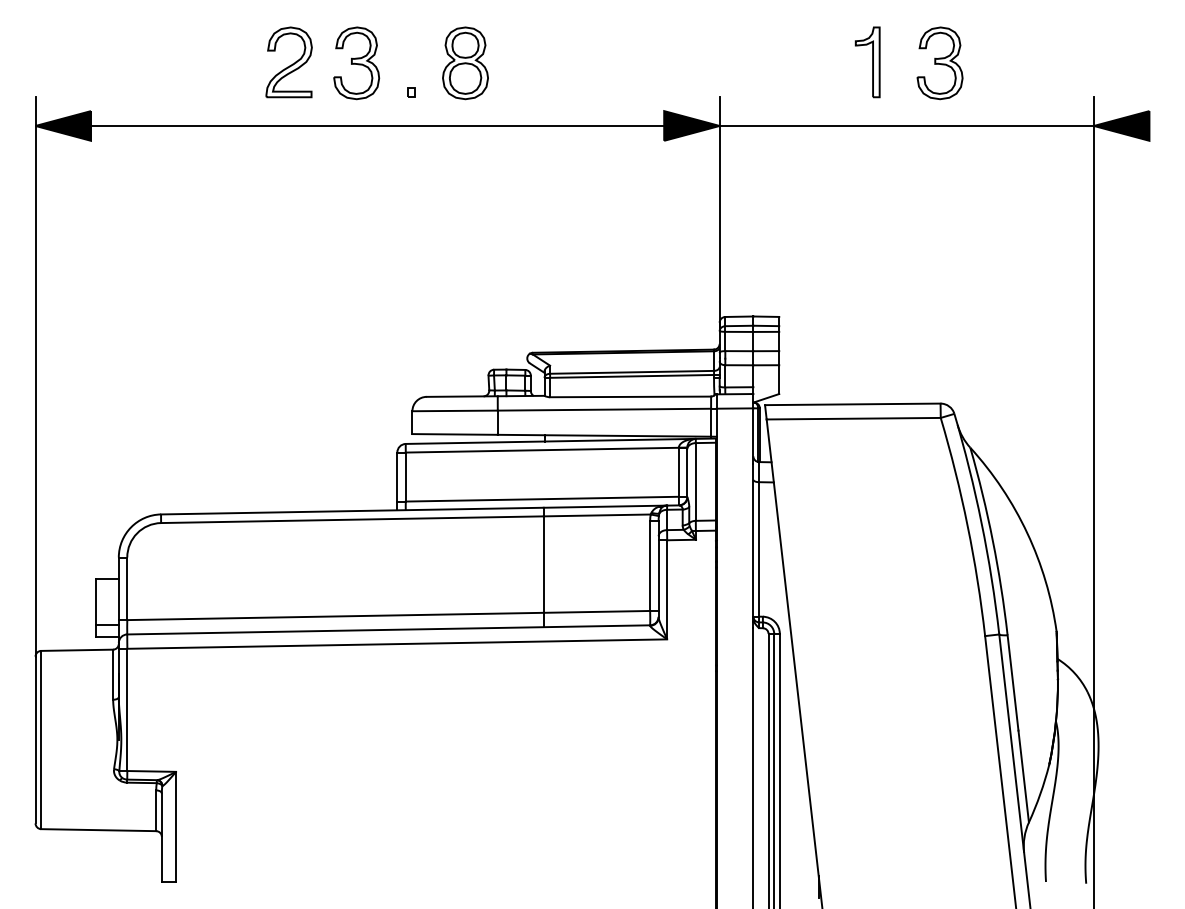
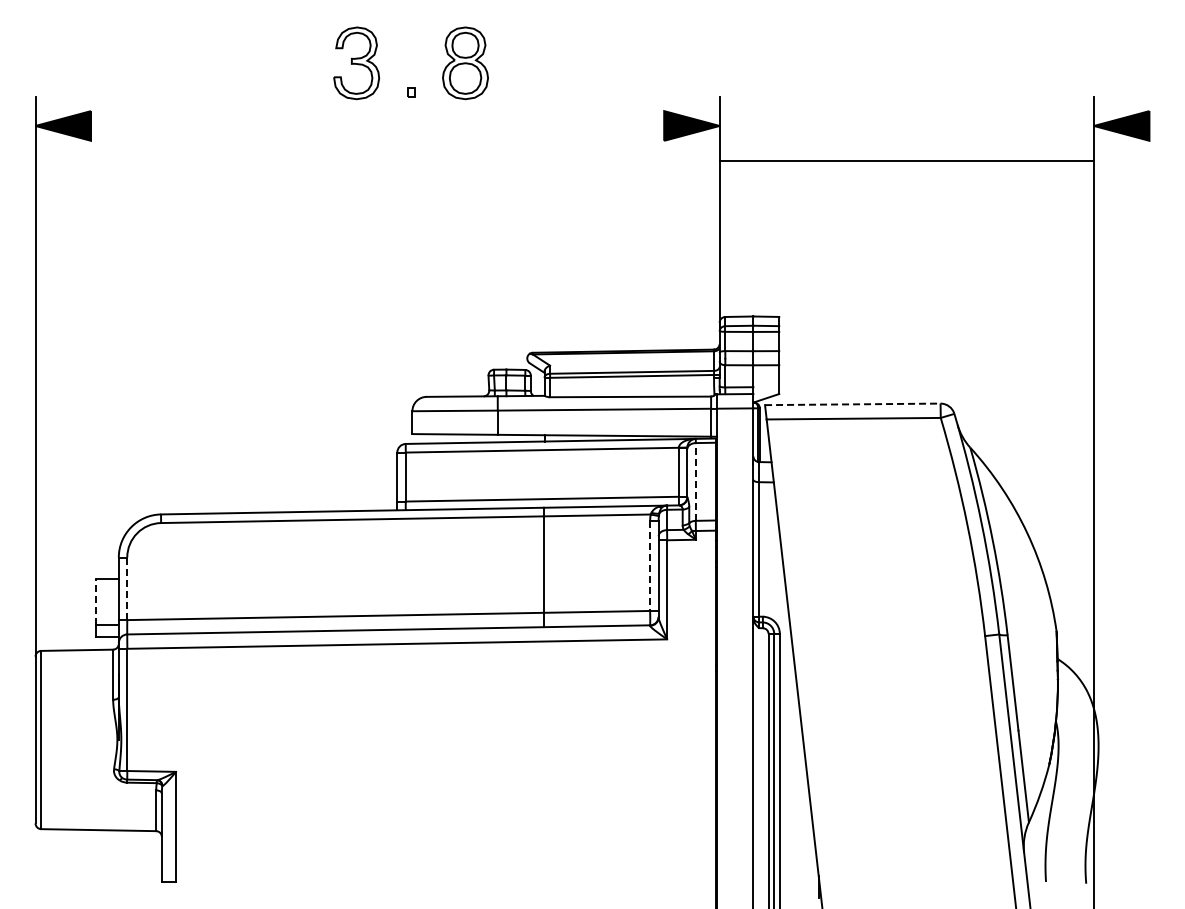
part at (288, 62): present -> none
part at (867, 62): present -> none
part at (939, 63): present -> none
line at (377, 125): present -> none
line at (906, 125) position: (906, 125) -> (906, 160)
line at (852, 404): solid -> dashed
line at (695, 481): solid -> dashed
line at (650, 566): solid -> dashed
line at (127, 588): solid -> dashed
line at (95, 602): solid -> dashed
